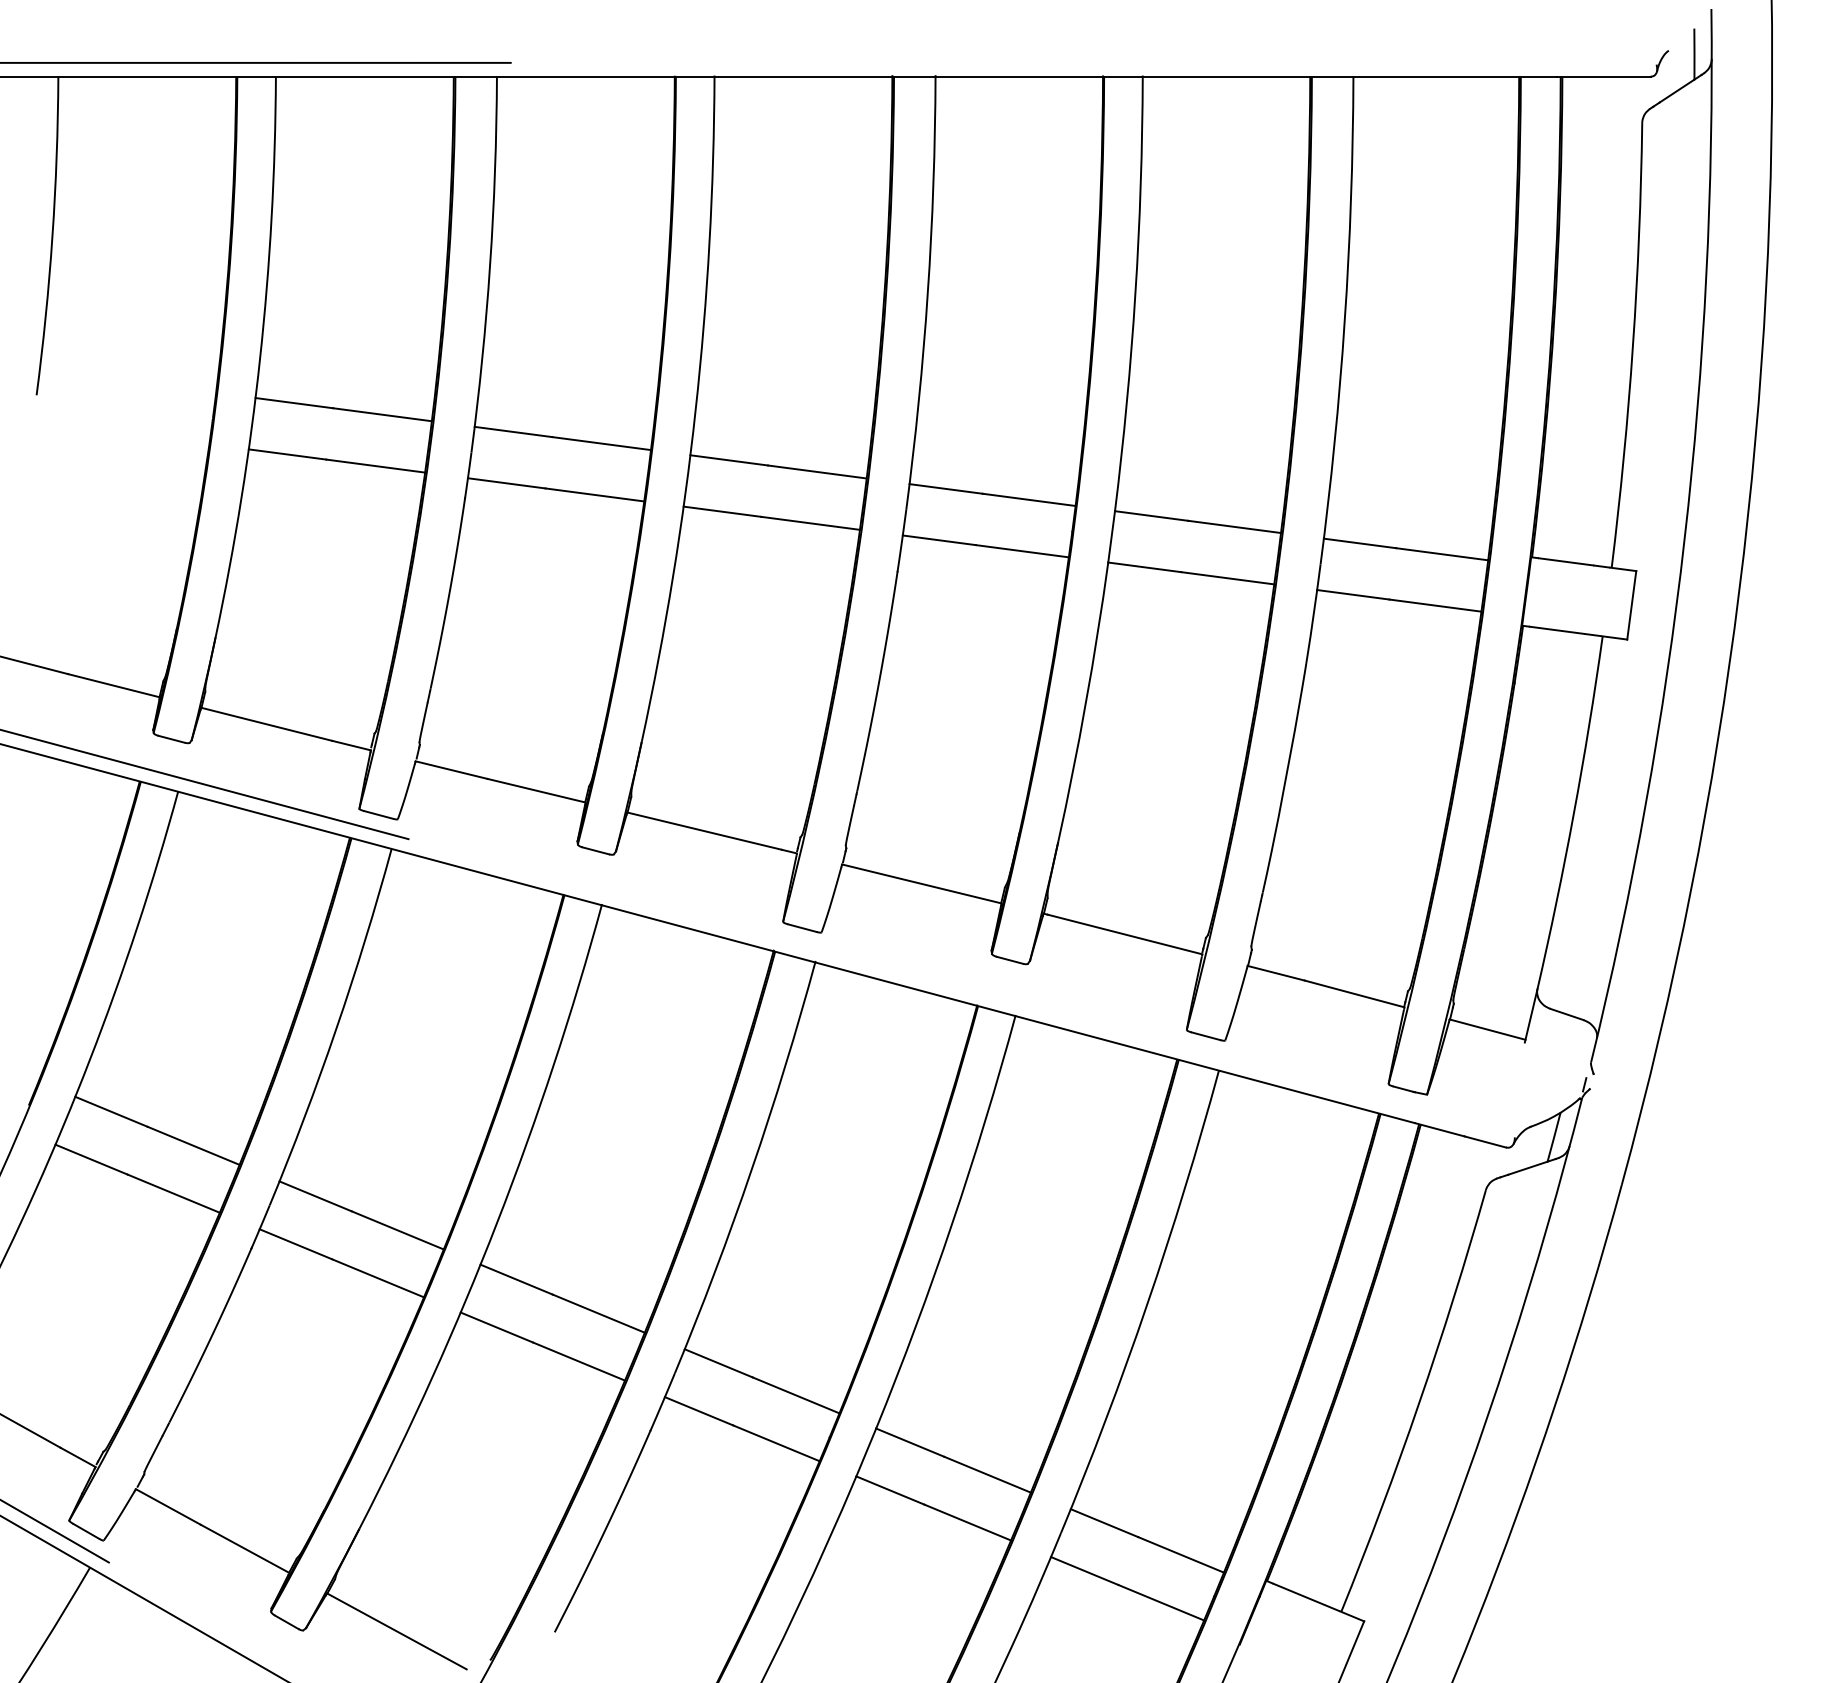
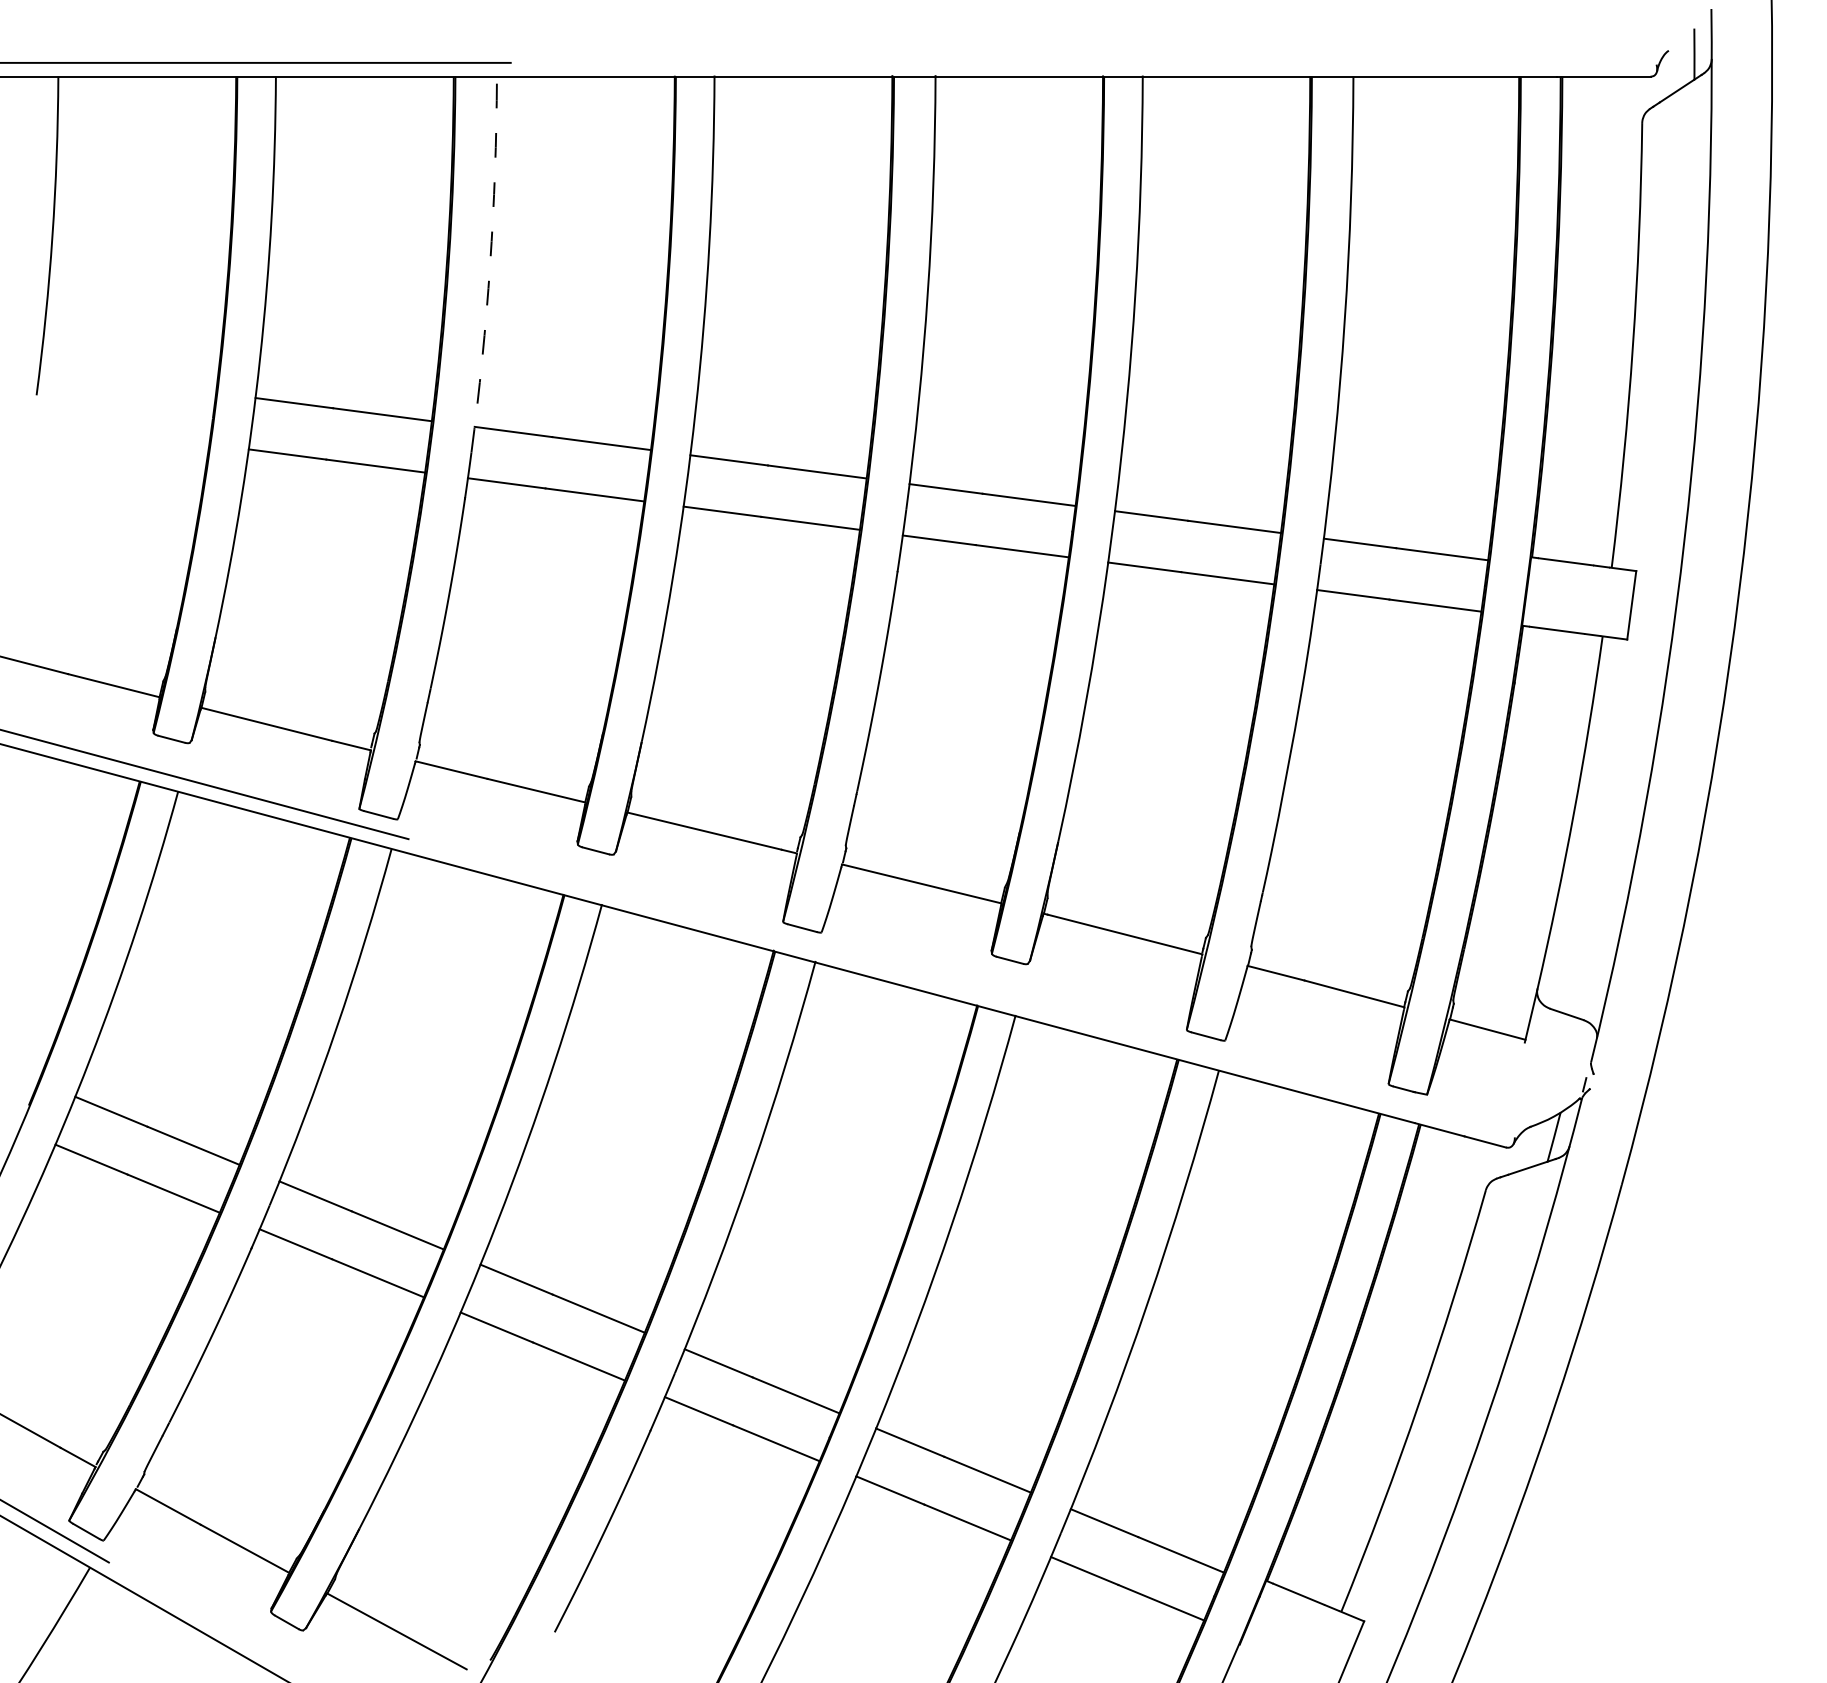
arc at (490, 265): solid -> dashed
